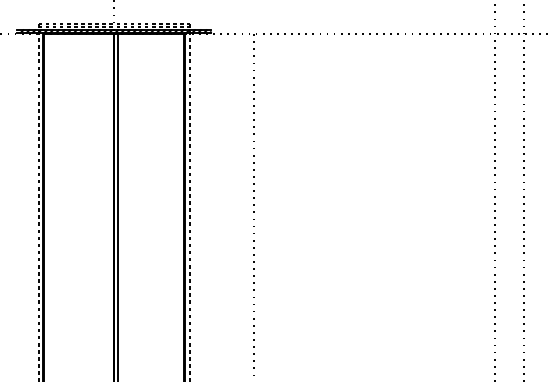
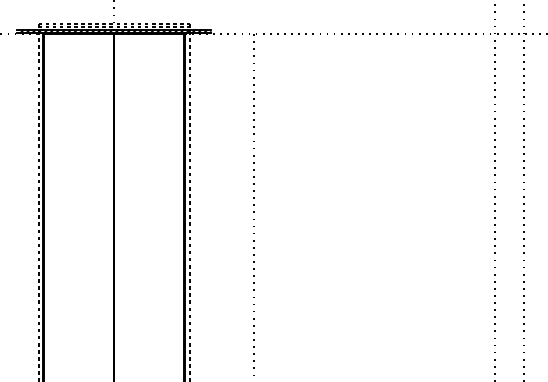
line at (118, 206): present -> none
